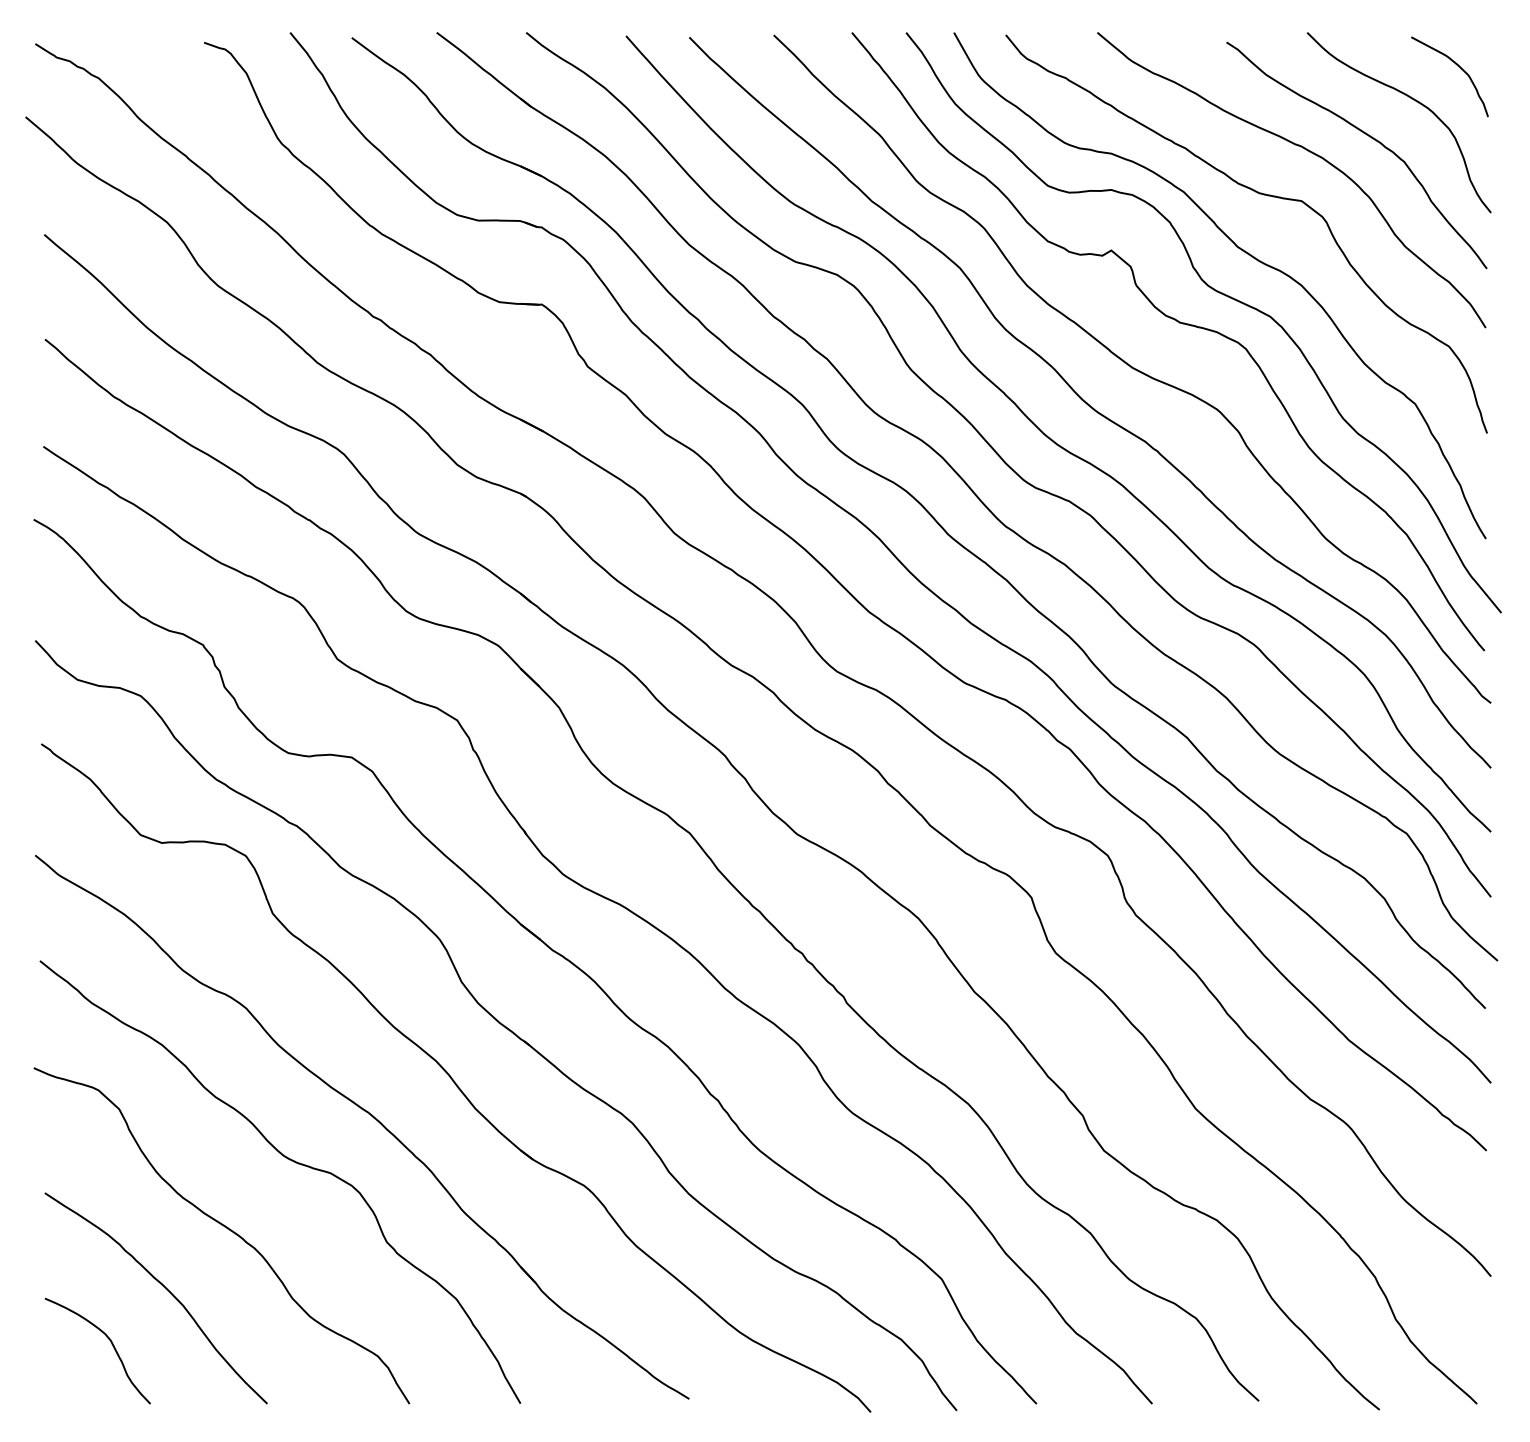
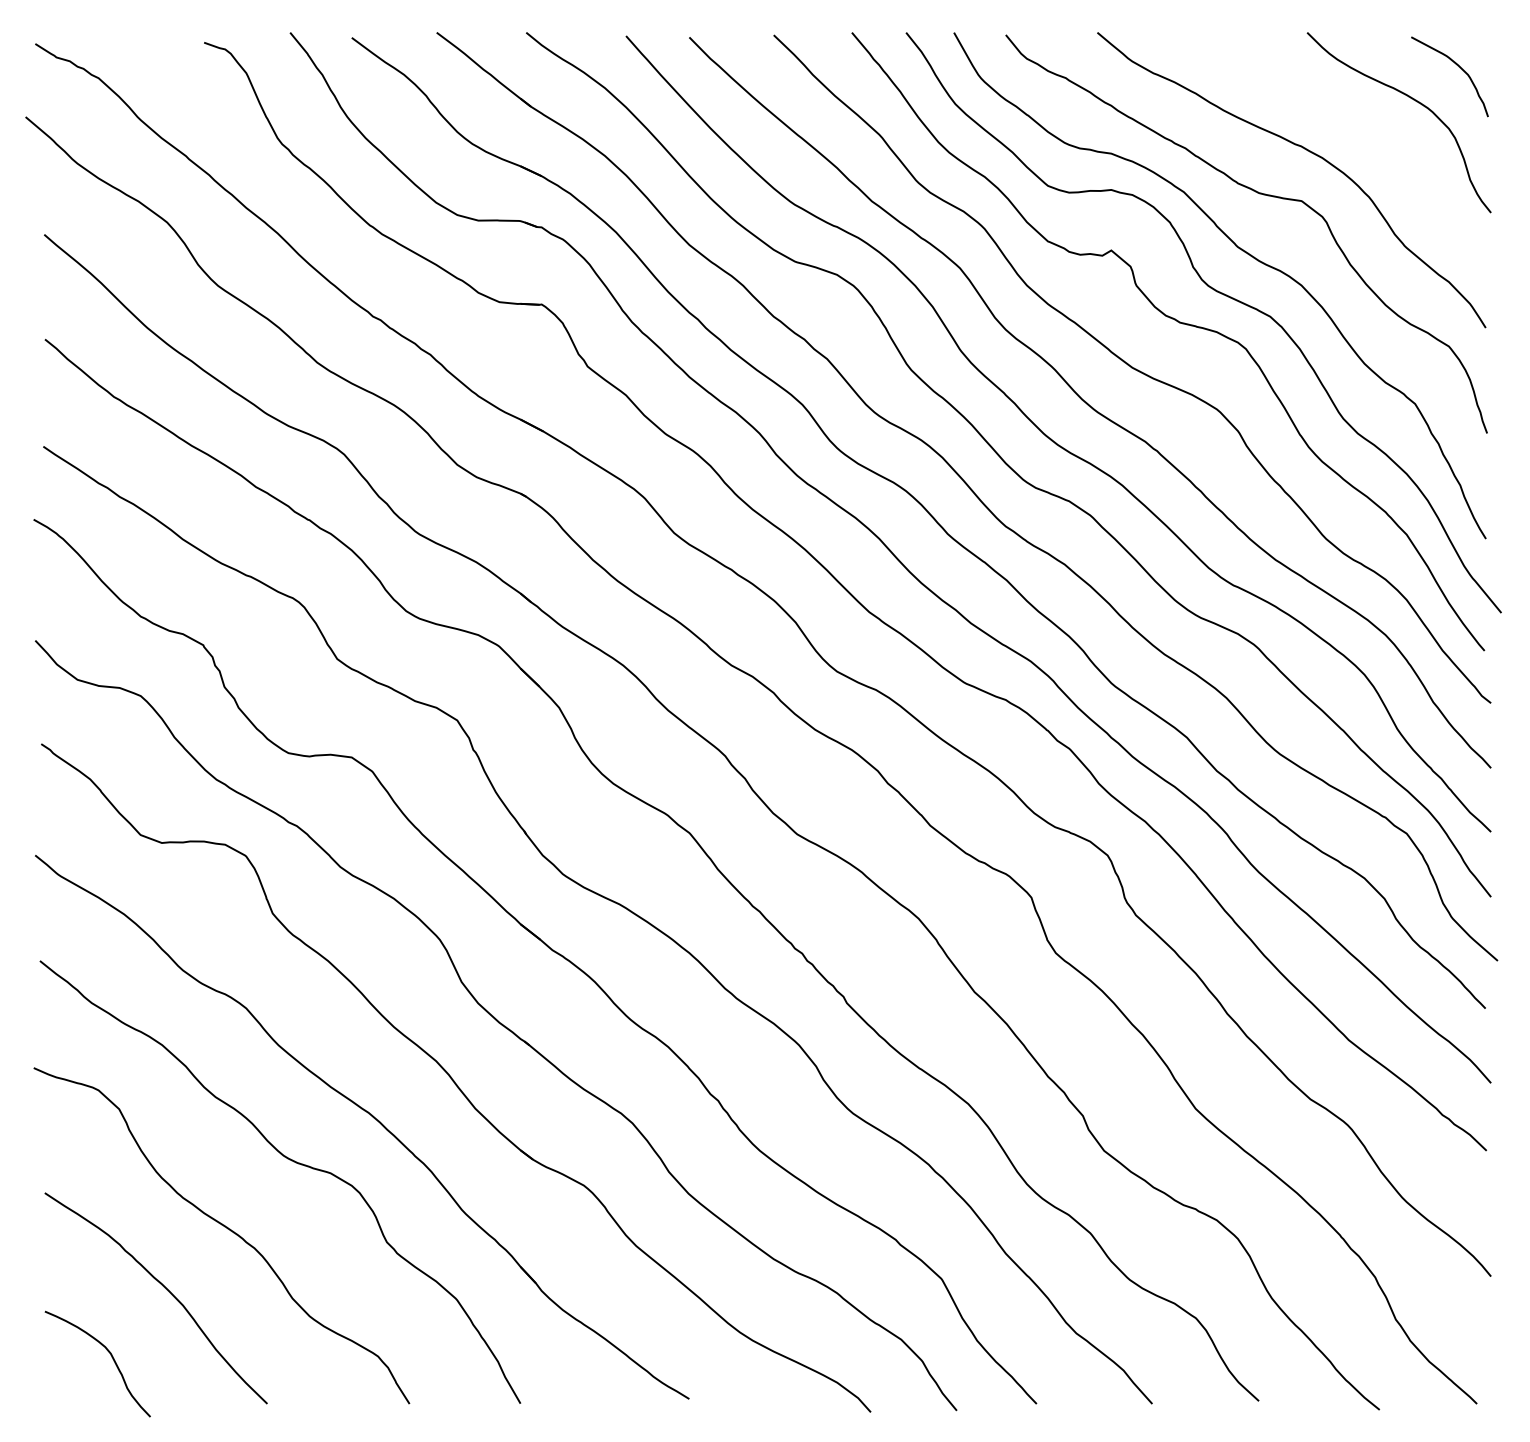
curve at (1369, 137): present -> none
curve at (111, 1344) position: (111, 1344) -> (111, 1357)
